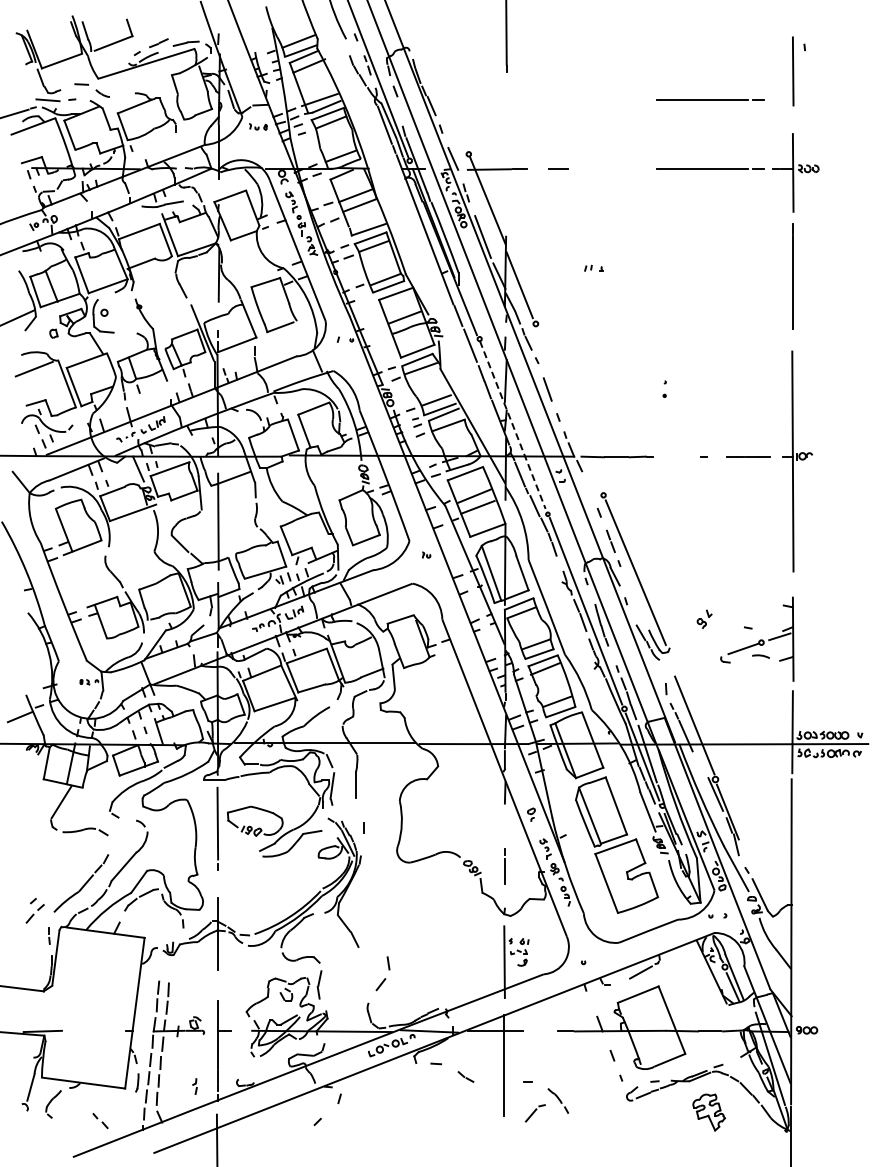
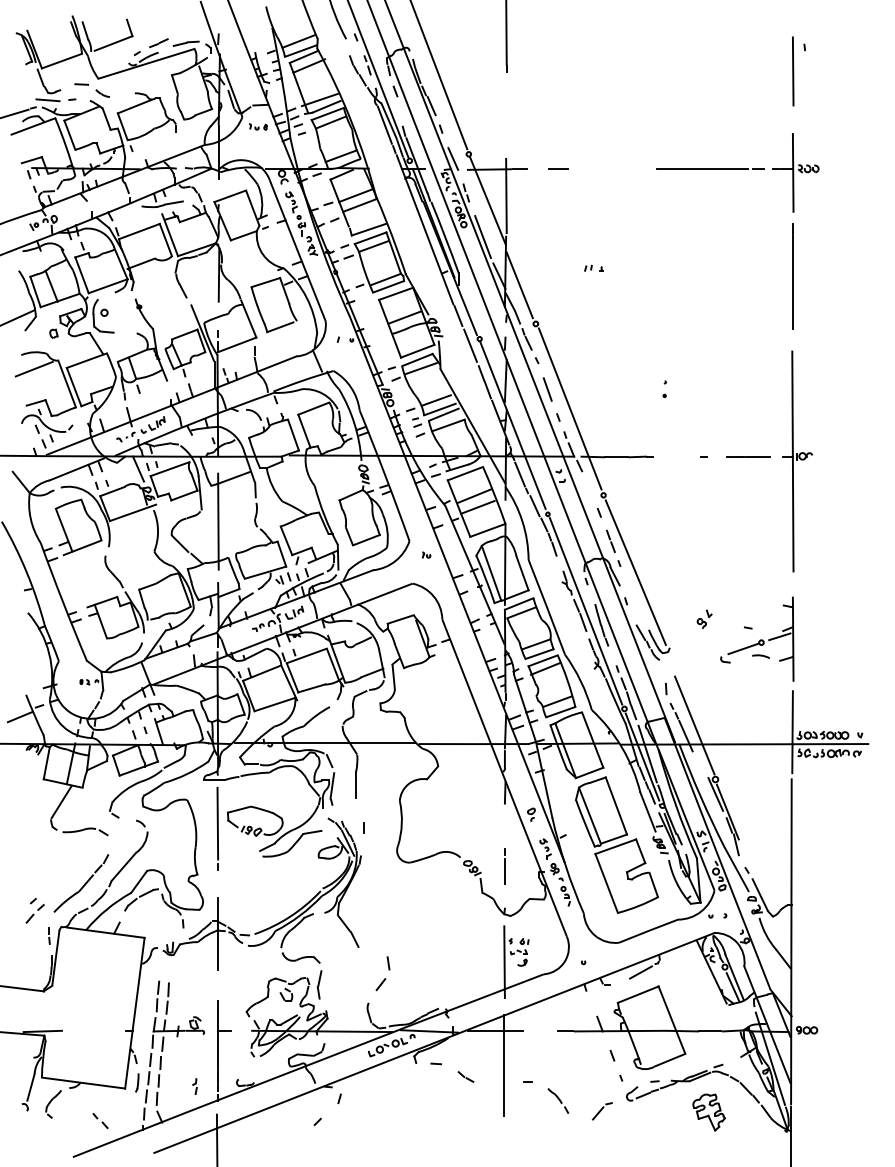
line at (439, 75): none -> present
line at (710, 99): present -> none
line at (506, 195): none -> present
line at (569, 408): none -> present
line at (512, 425): dashed -> solid
part at (535, 1113) position: (535, 1113) -> (602, 1111)
